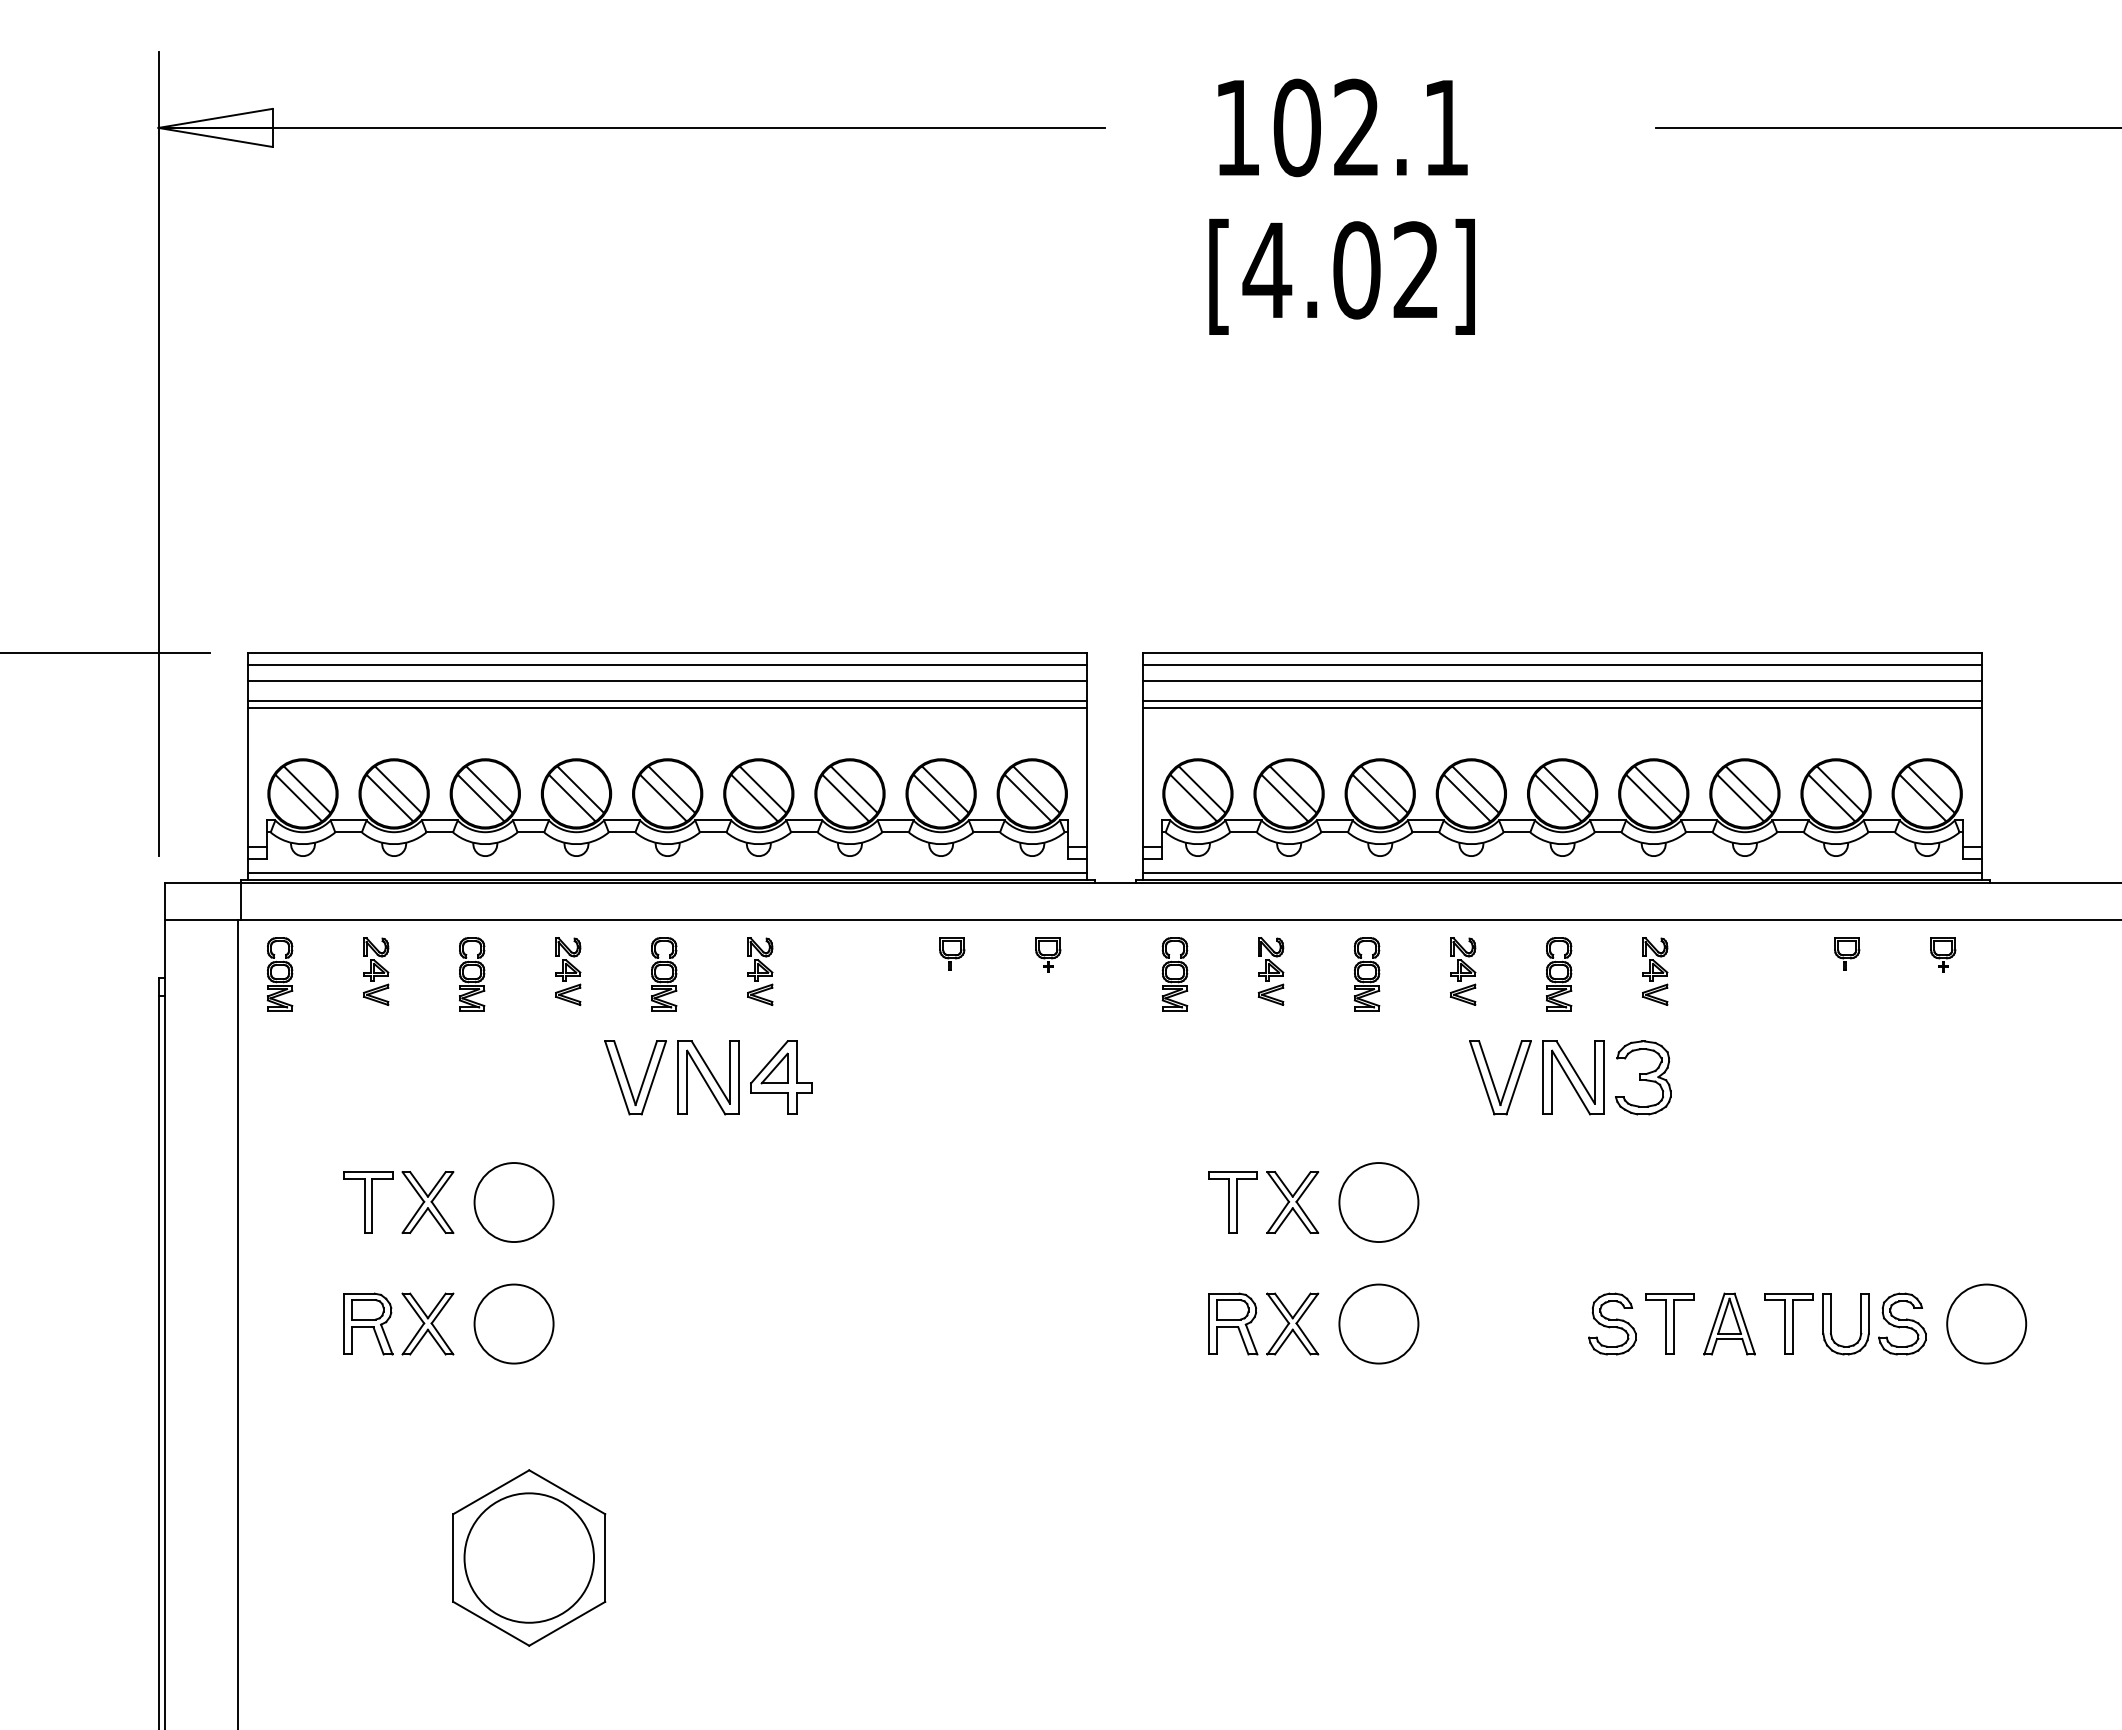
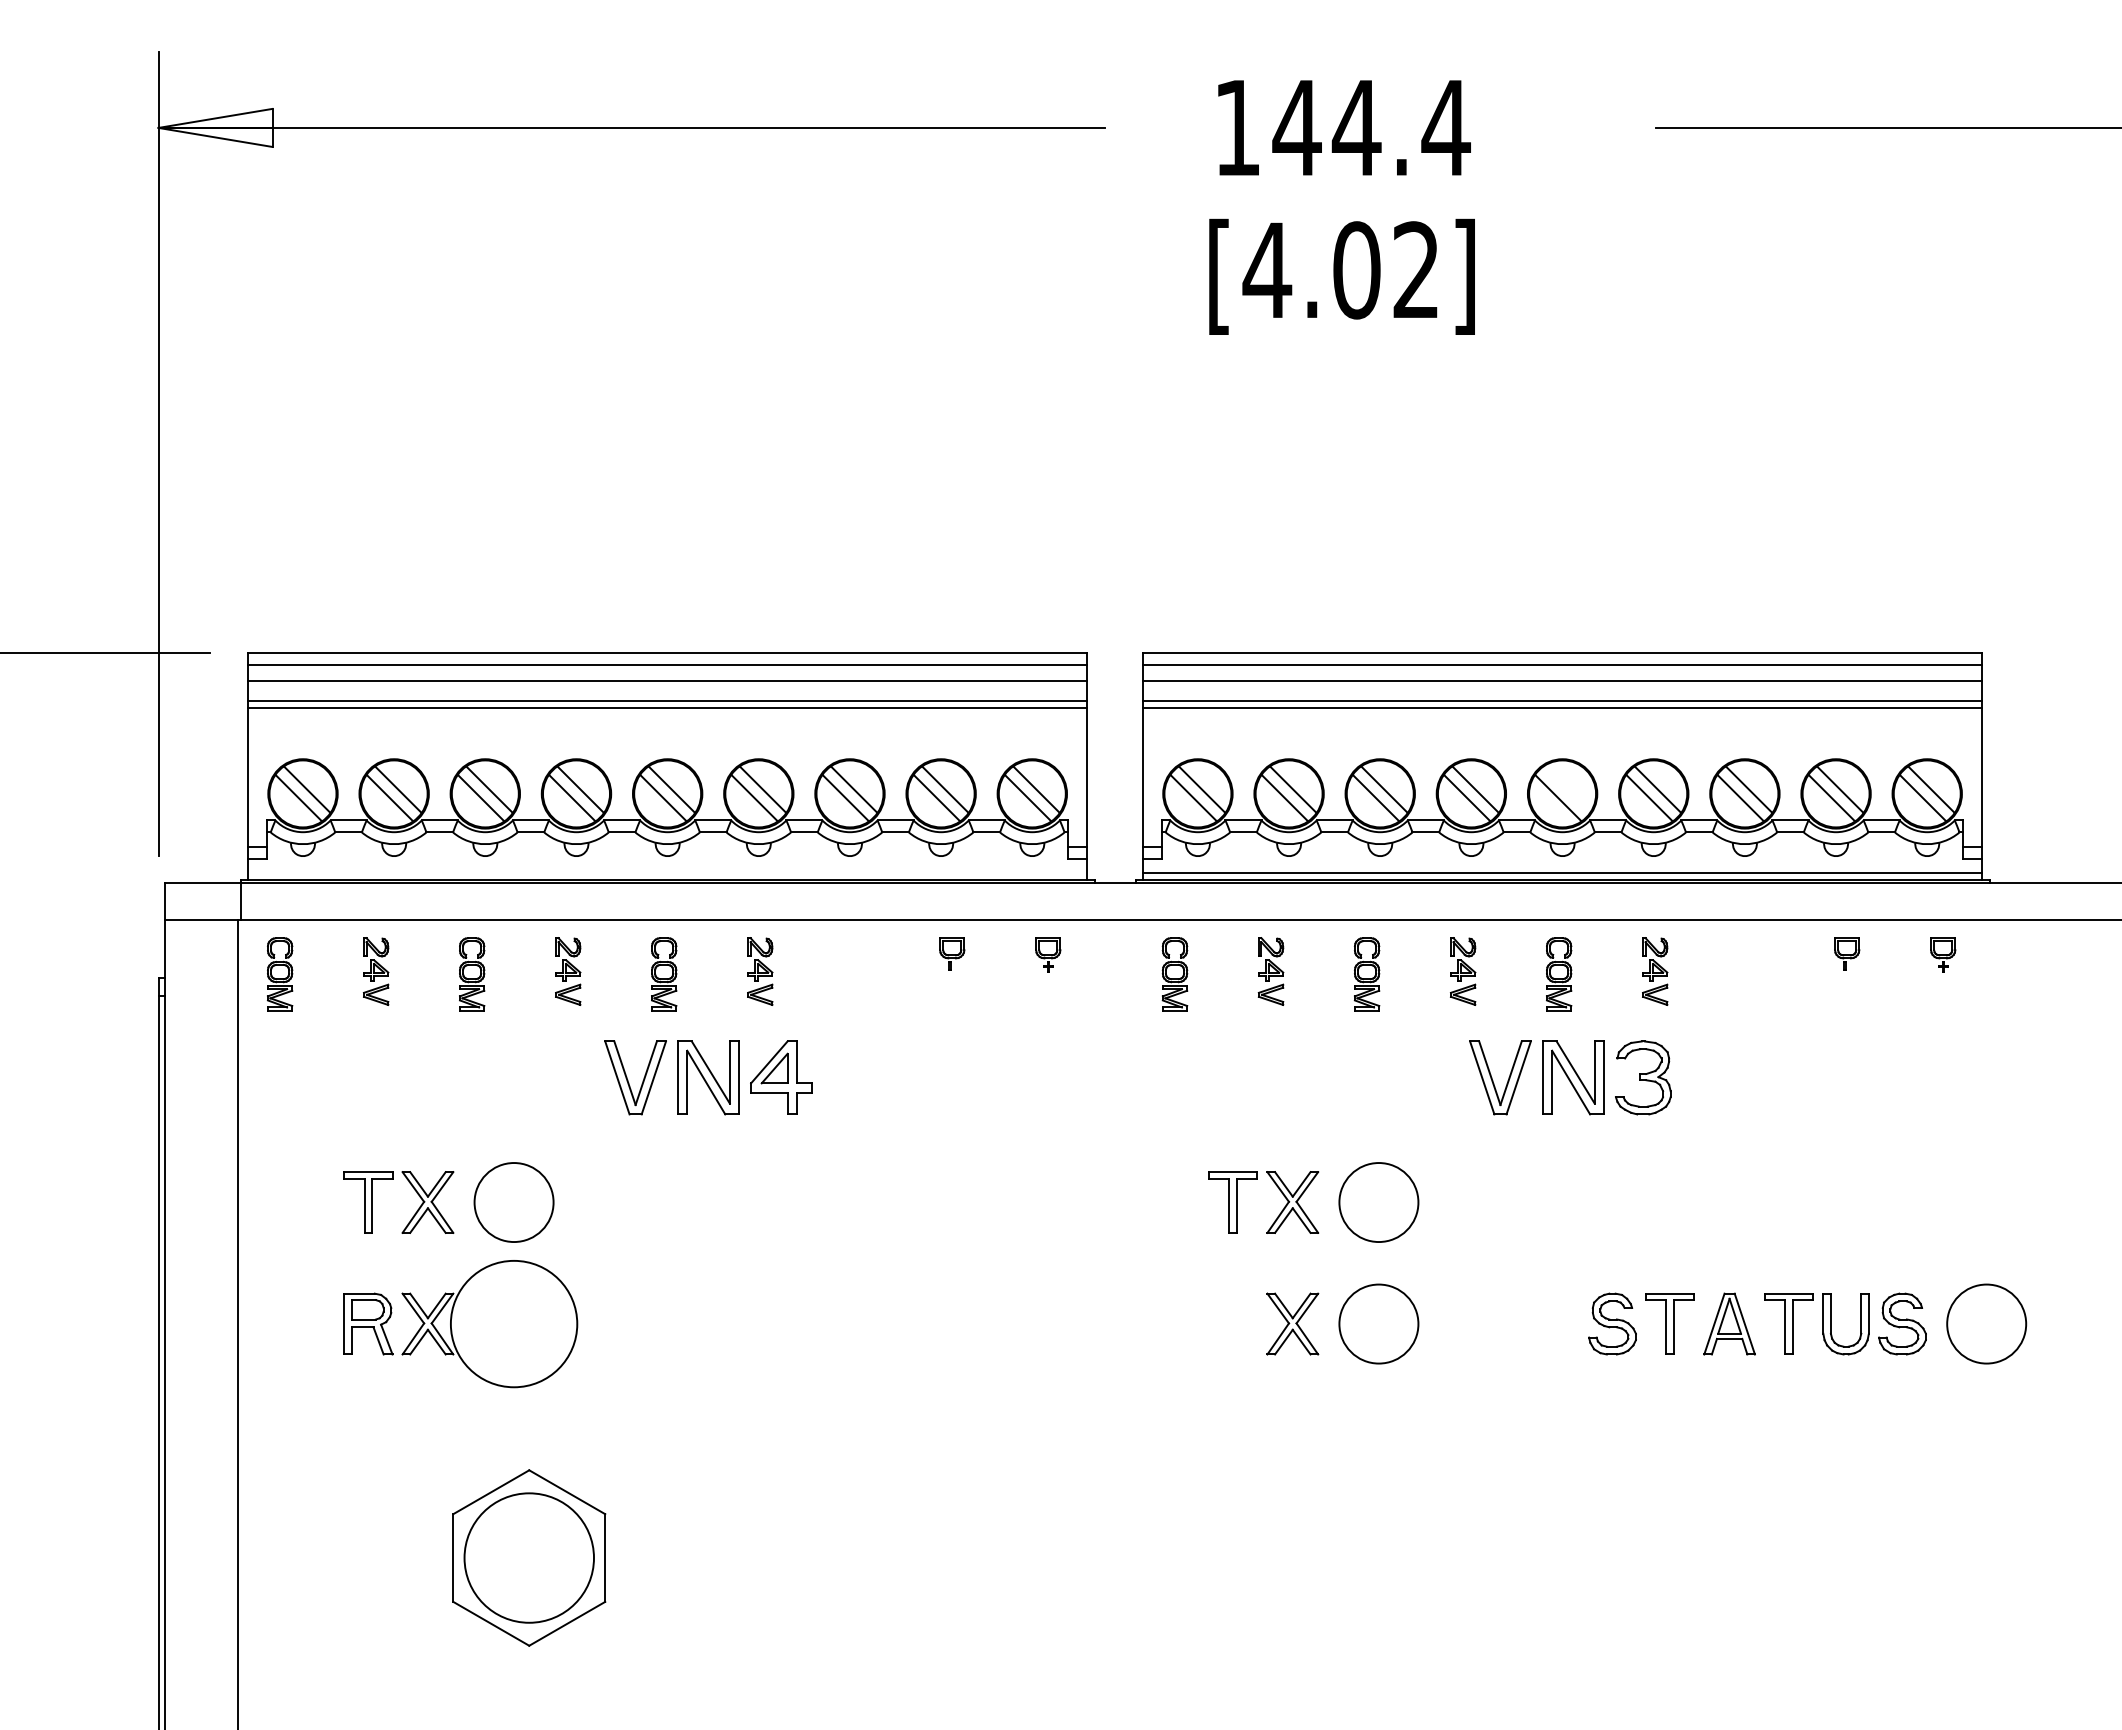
text at (1371, 127): 102.1 -> 144.4
line at (1566, 789): present -> none
line at (667, 872): present -> none
circle at (513, 1323) diameter: 79 px -> 126 px
part at (1233, 1323): present -> none
